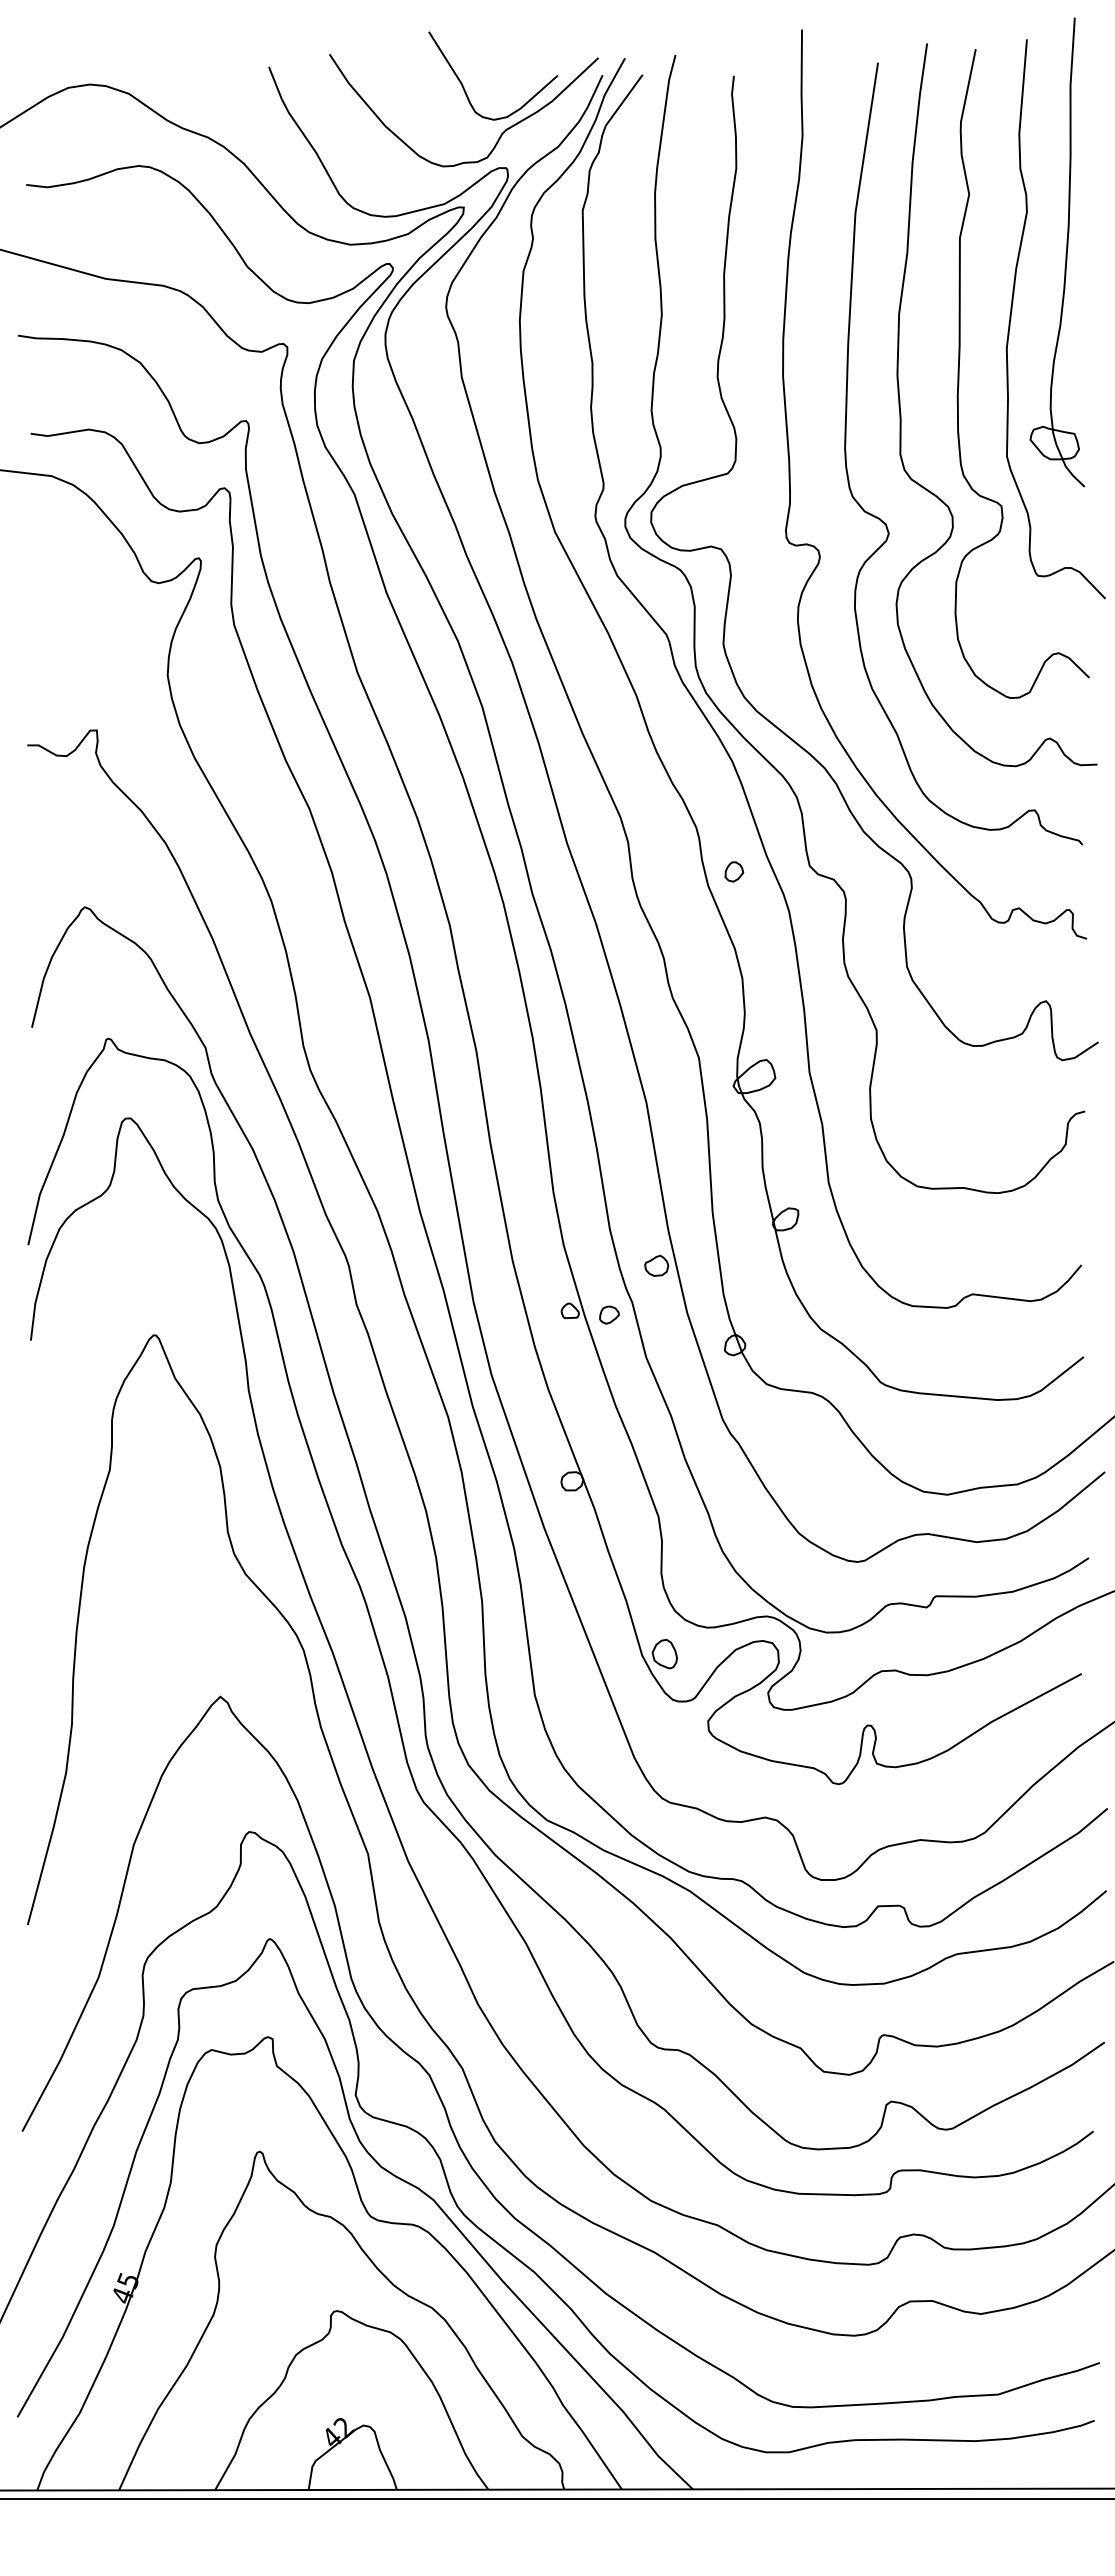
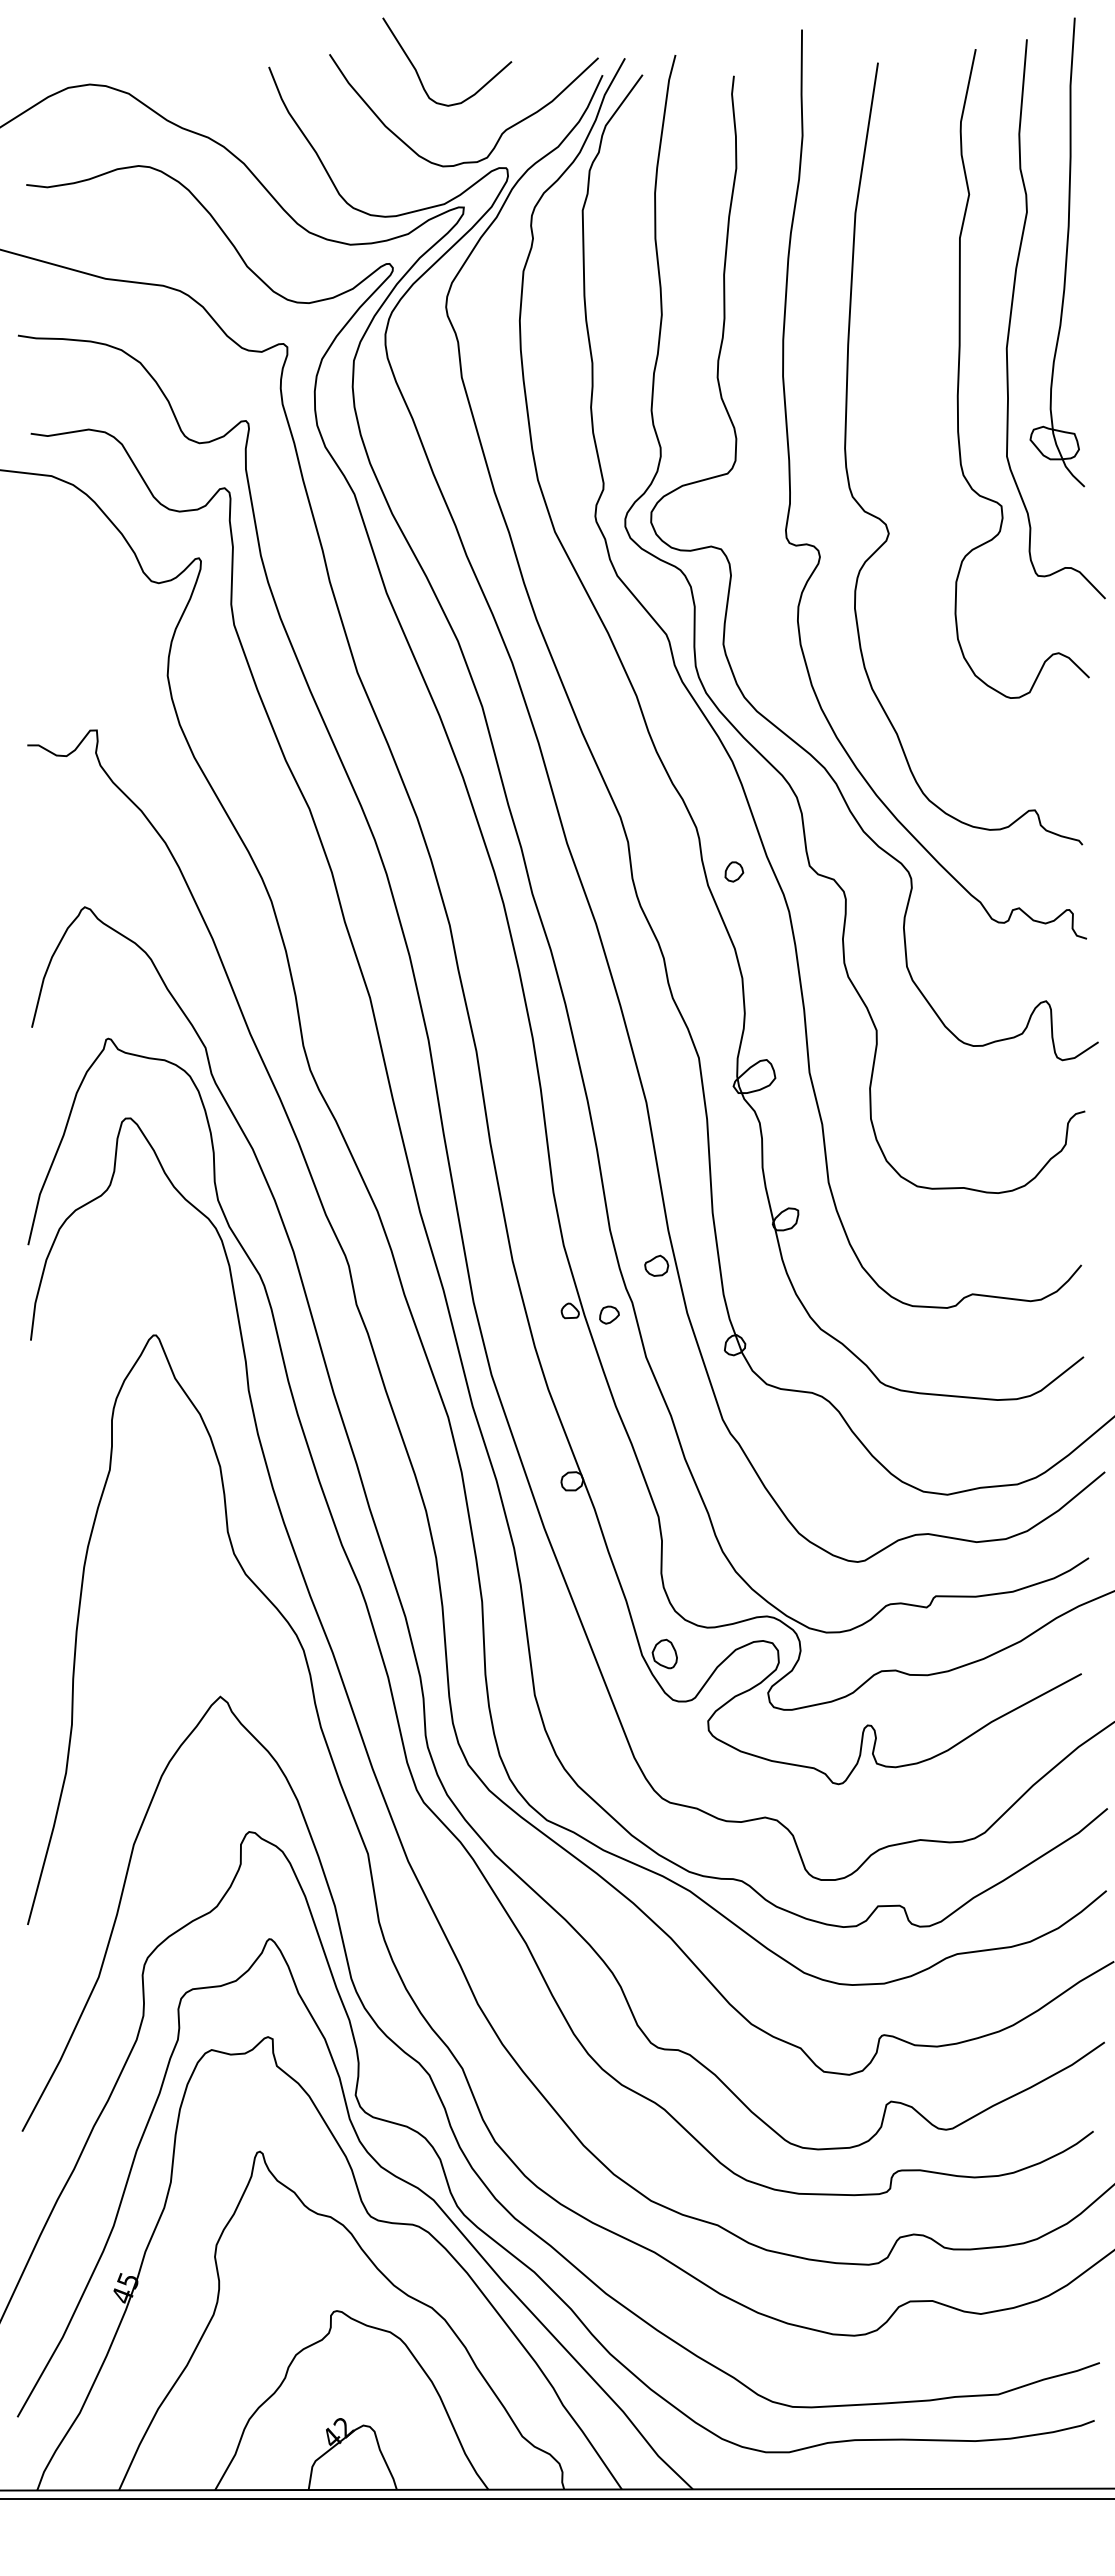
curve at (465, 89) position: (465, 89) -> (419, 75)
curve at (901, 412): present -> none
